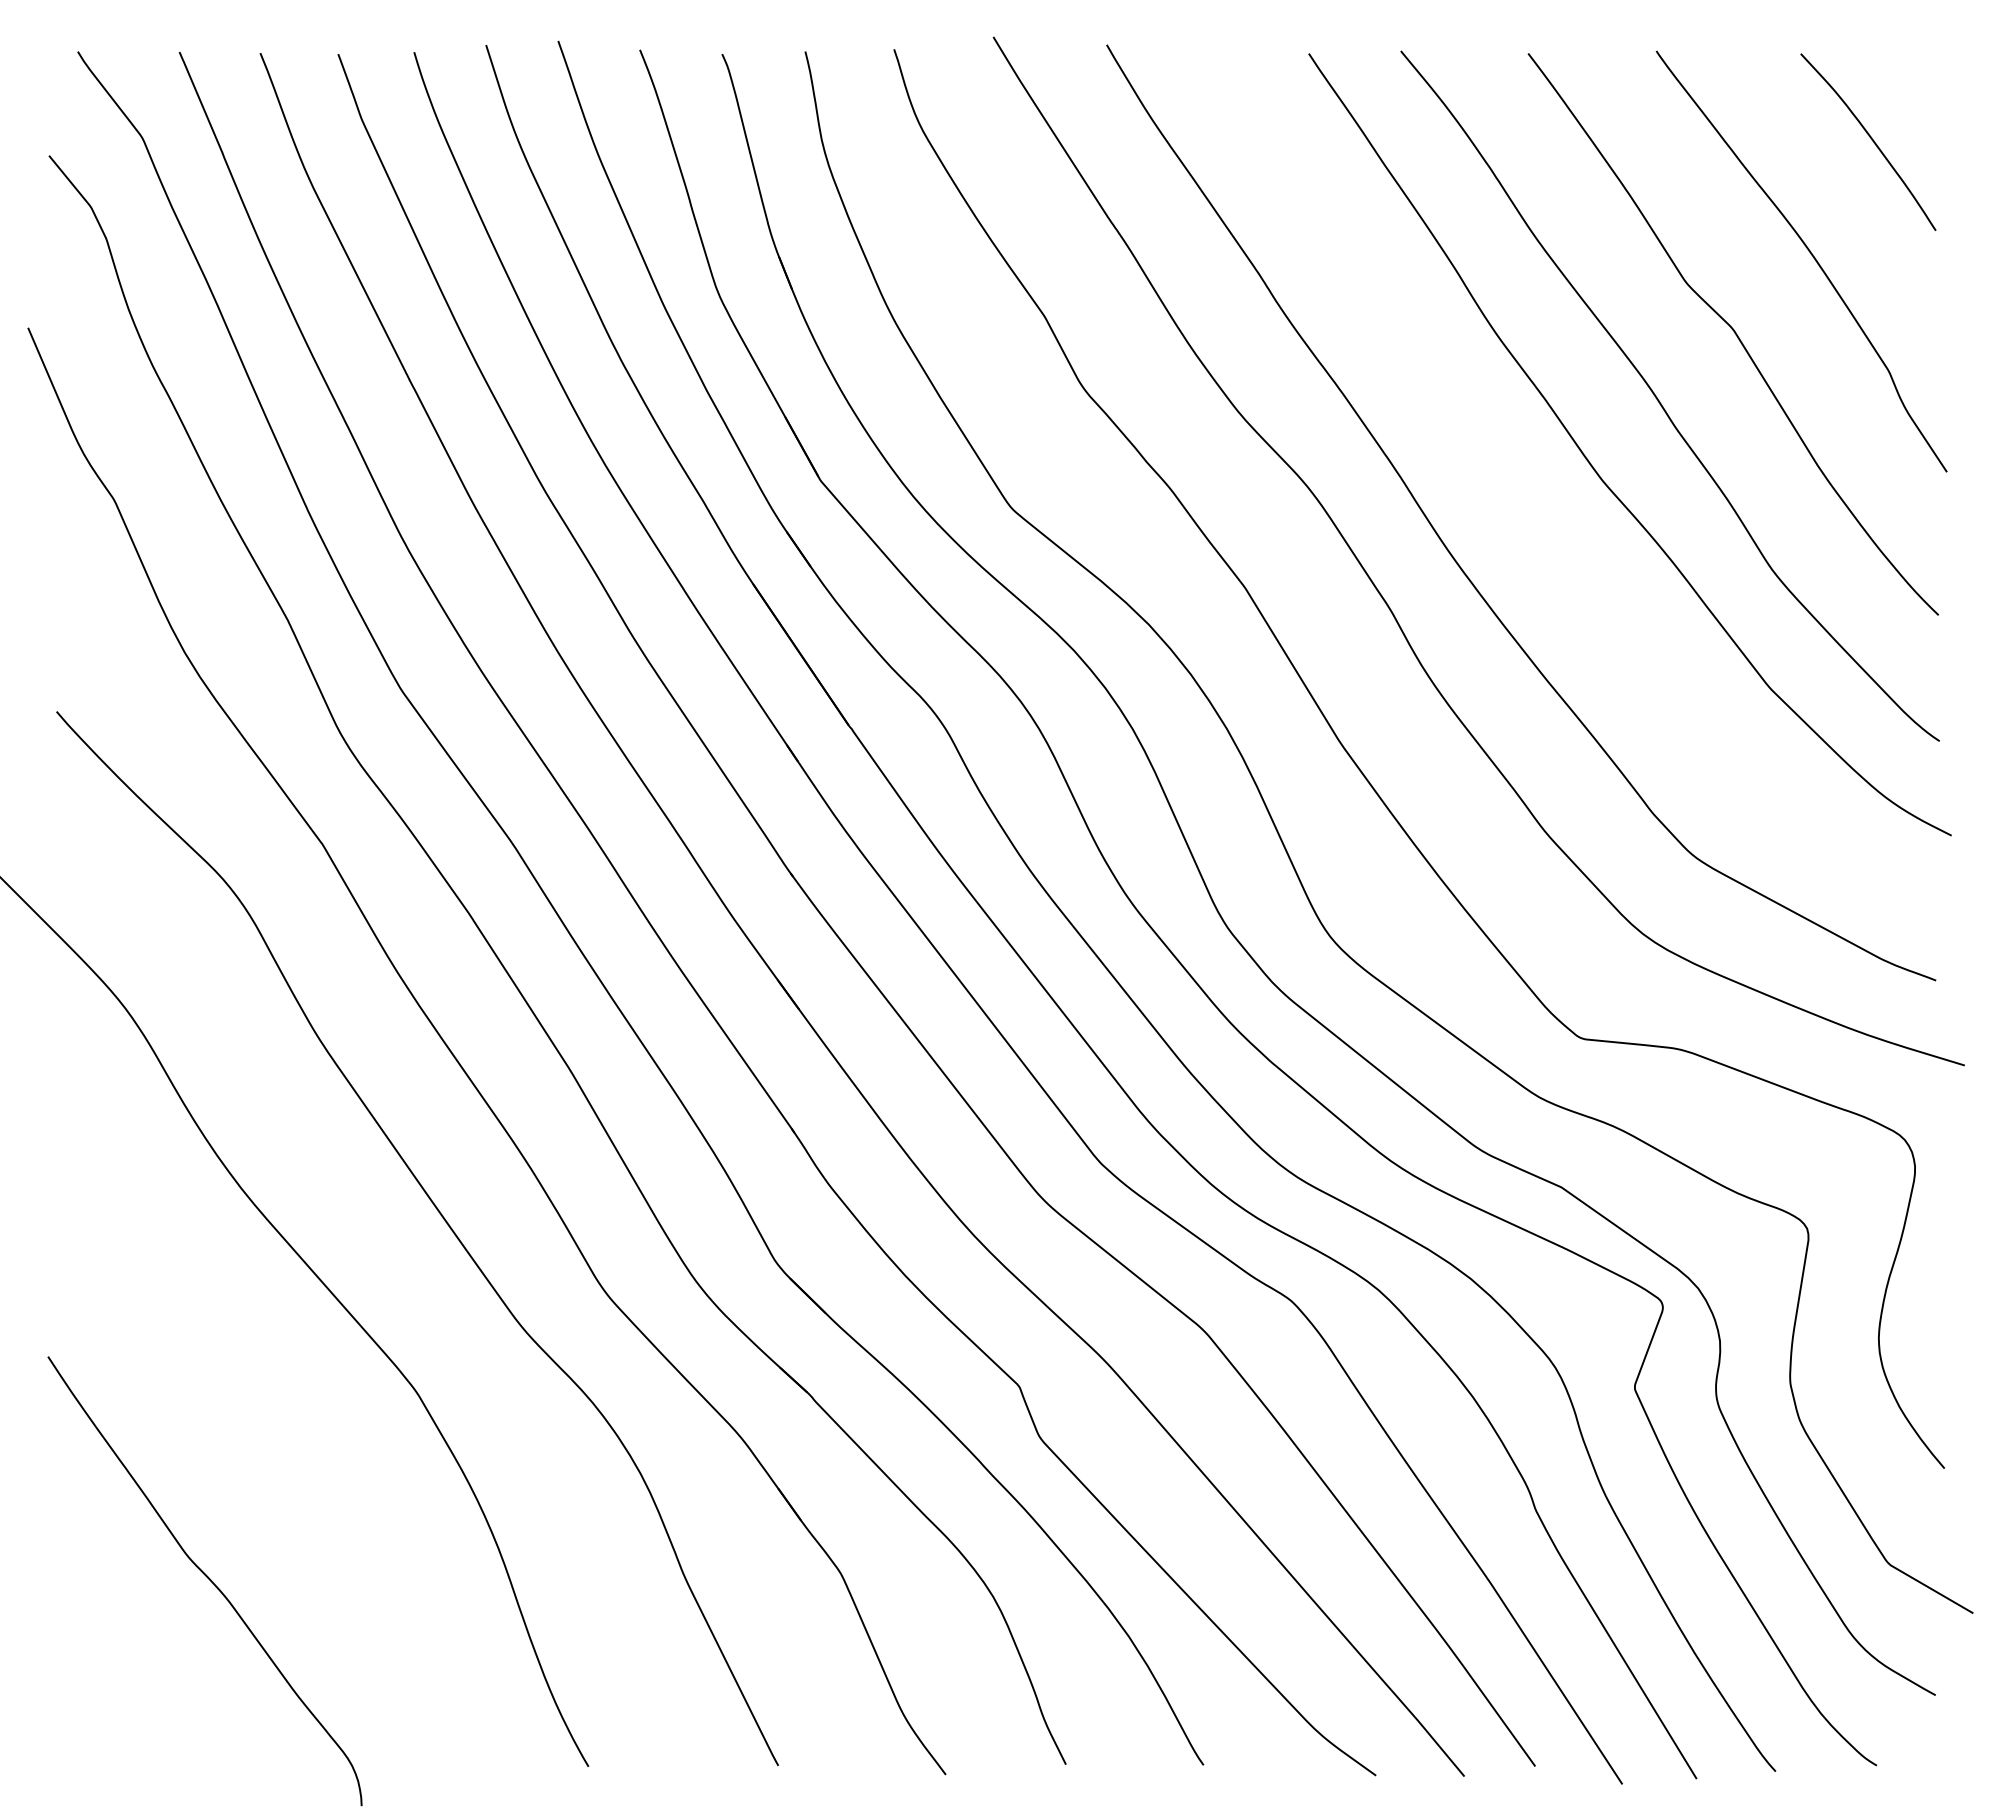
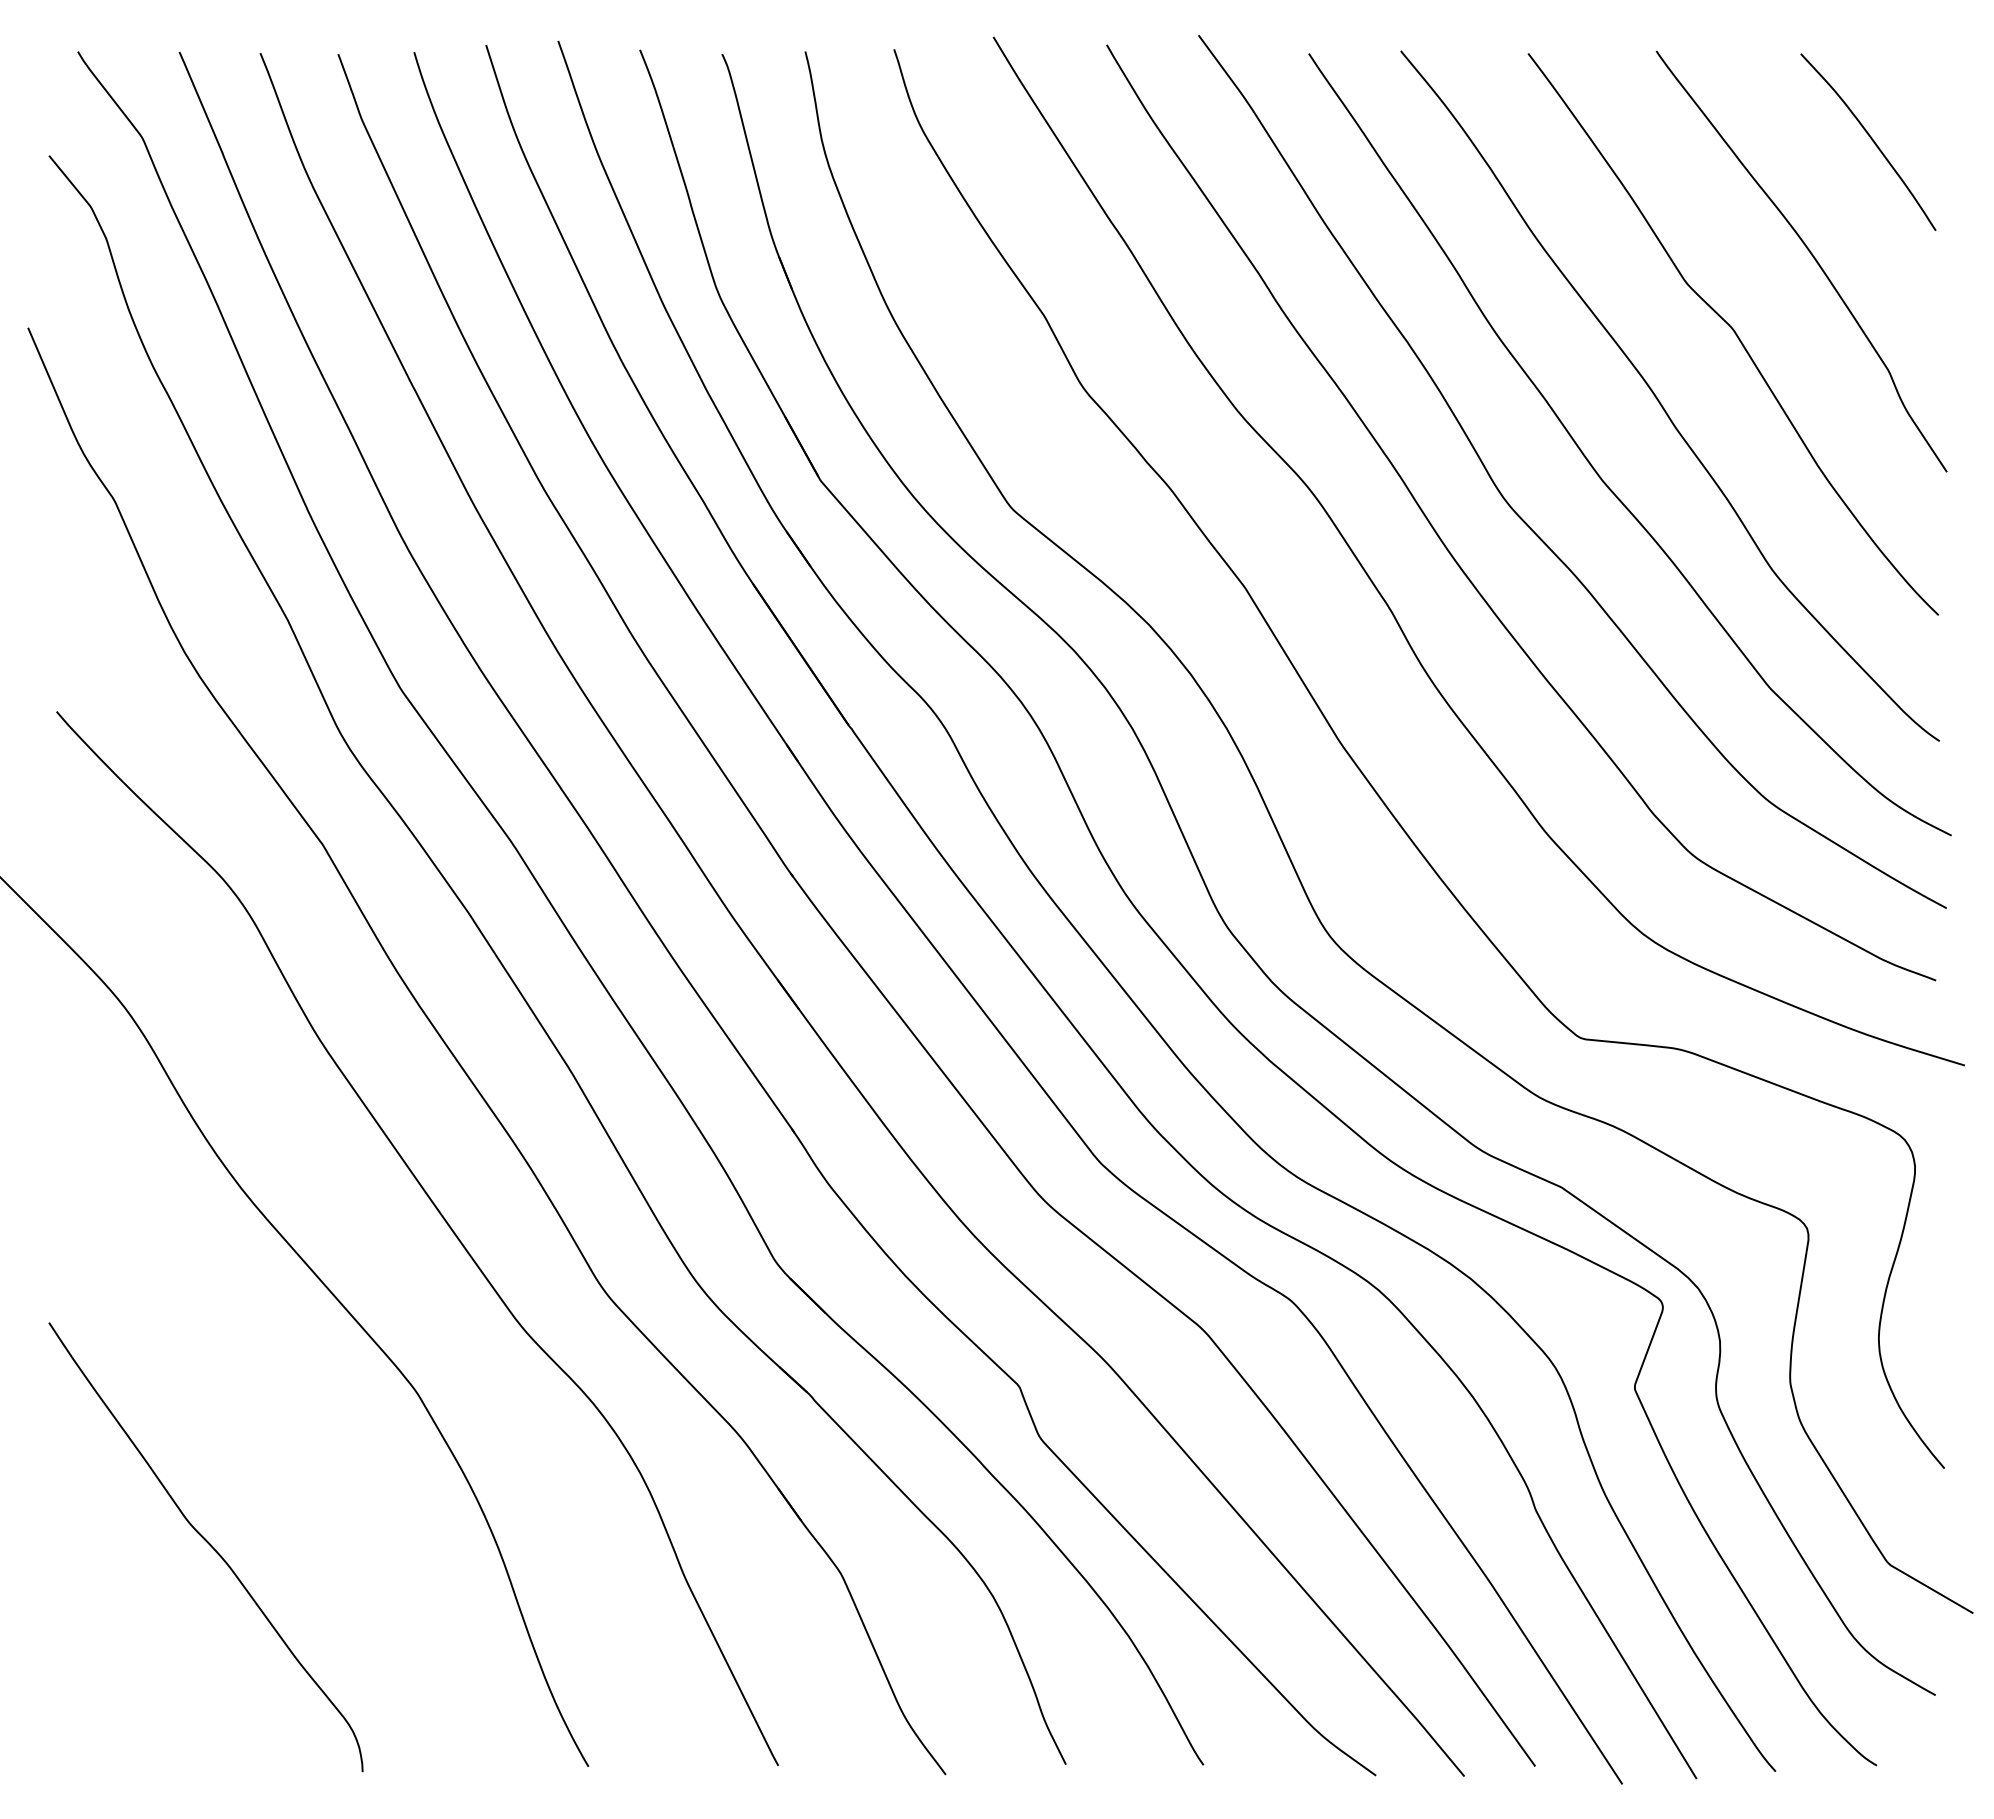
curve at (1523, 519): none -> present
curve at (207, 1578) position: (207, 1578) -> (208, 1544)
